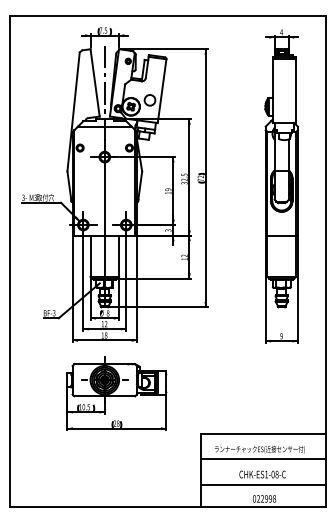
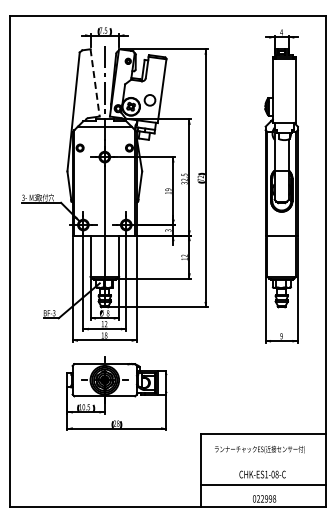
line at (95, 82): solid -> dashed
line at (263, 459): present -> none
